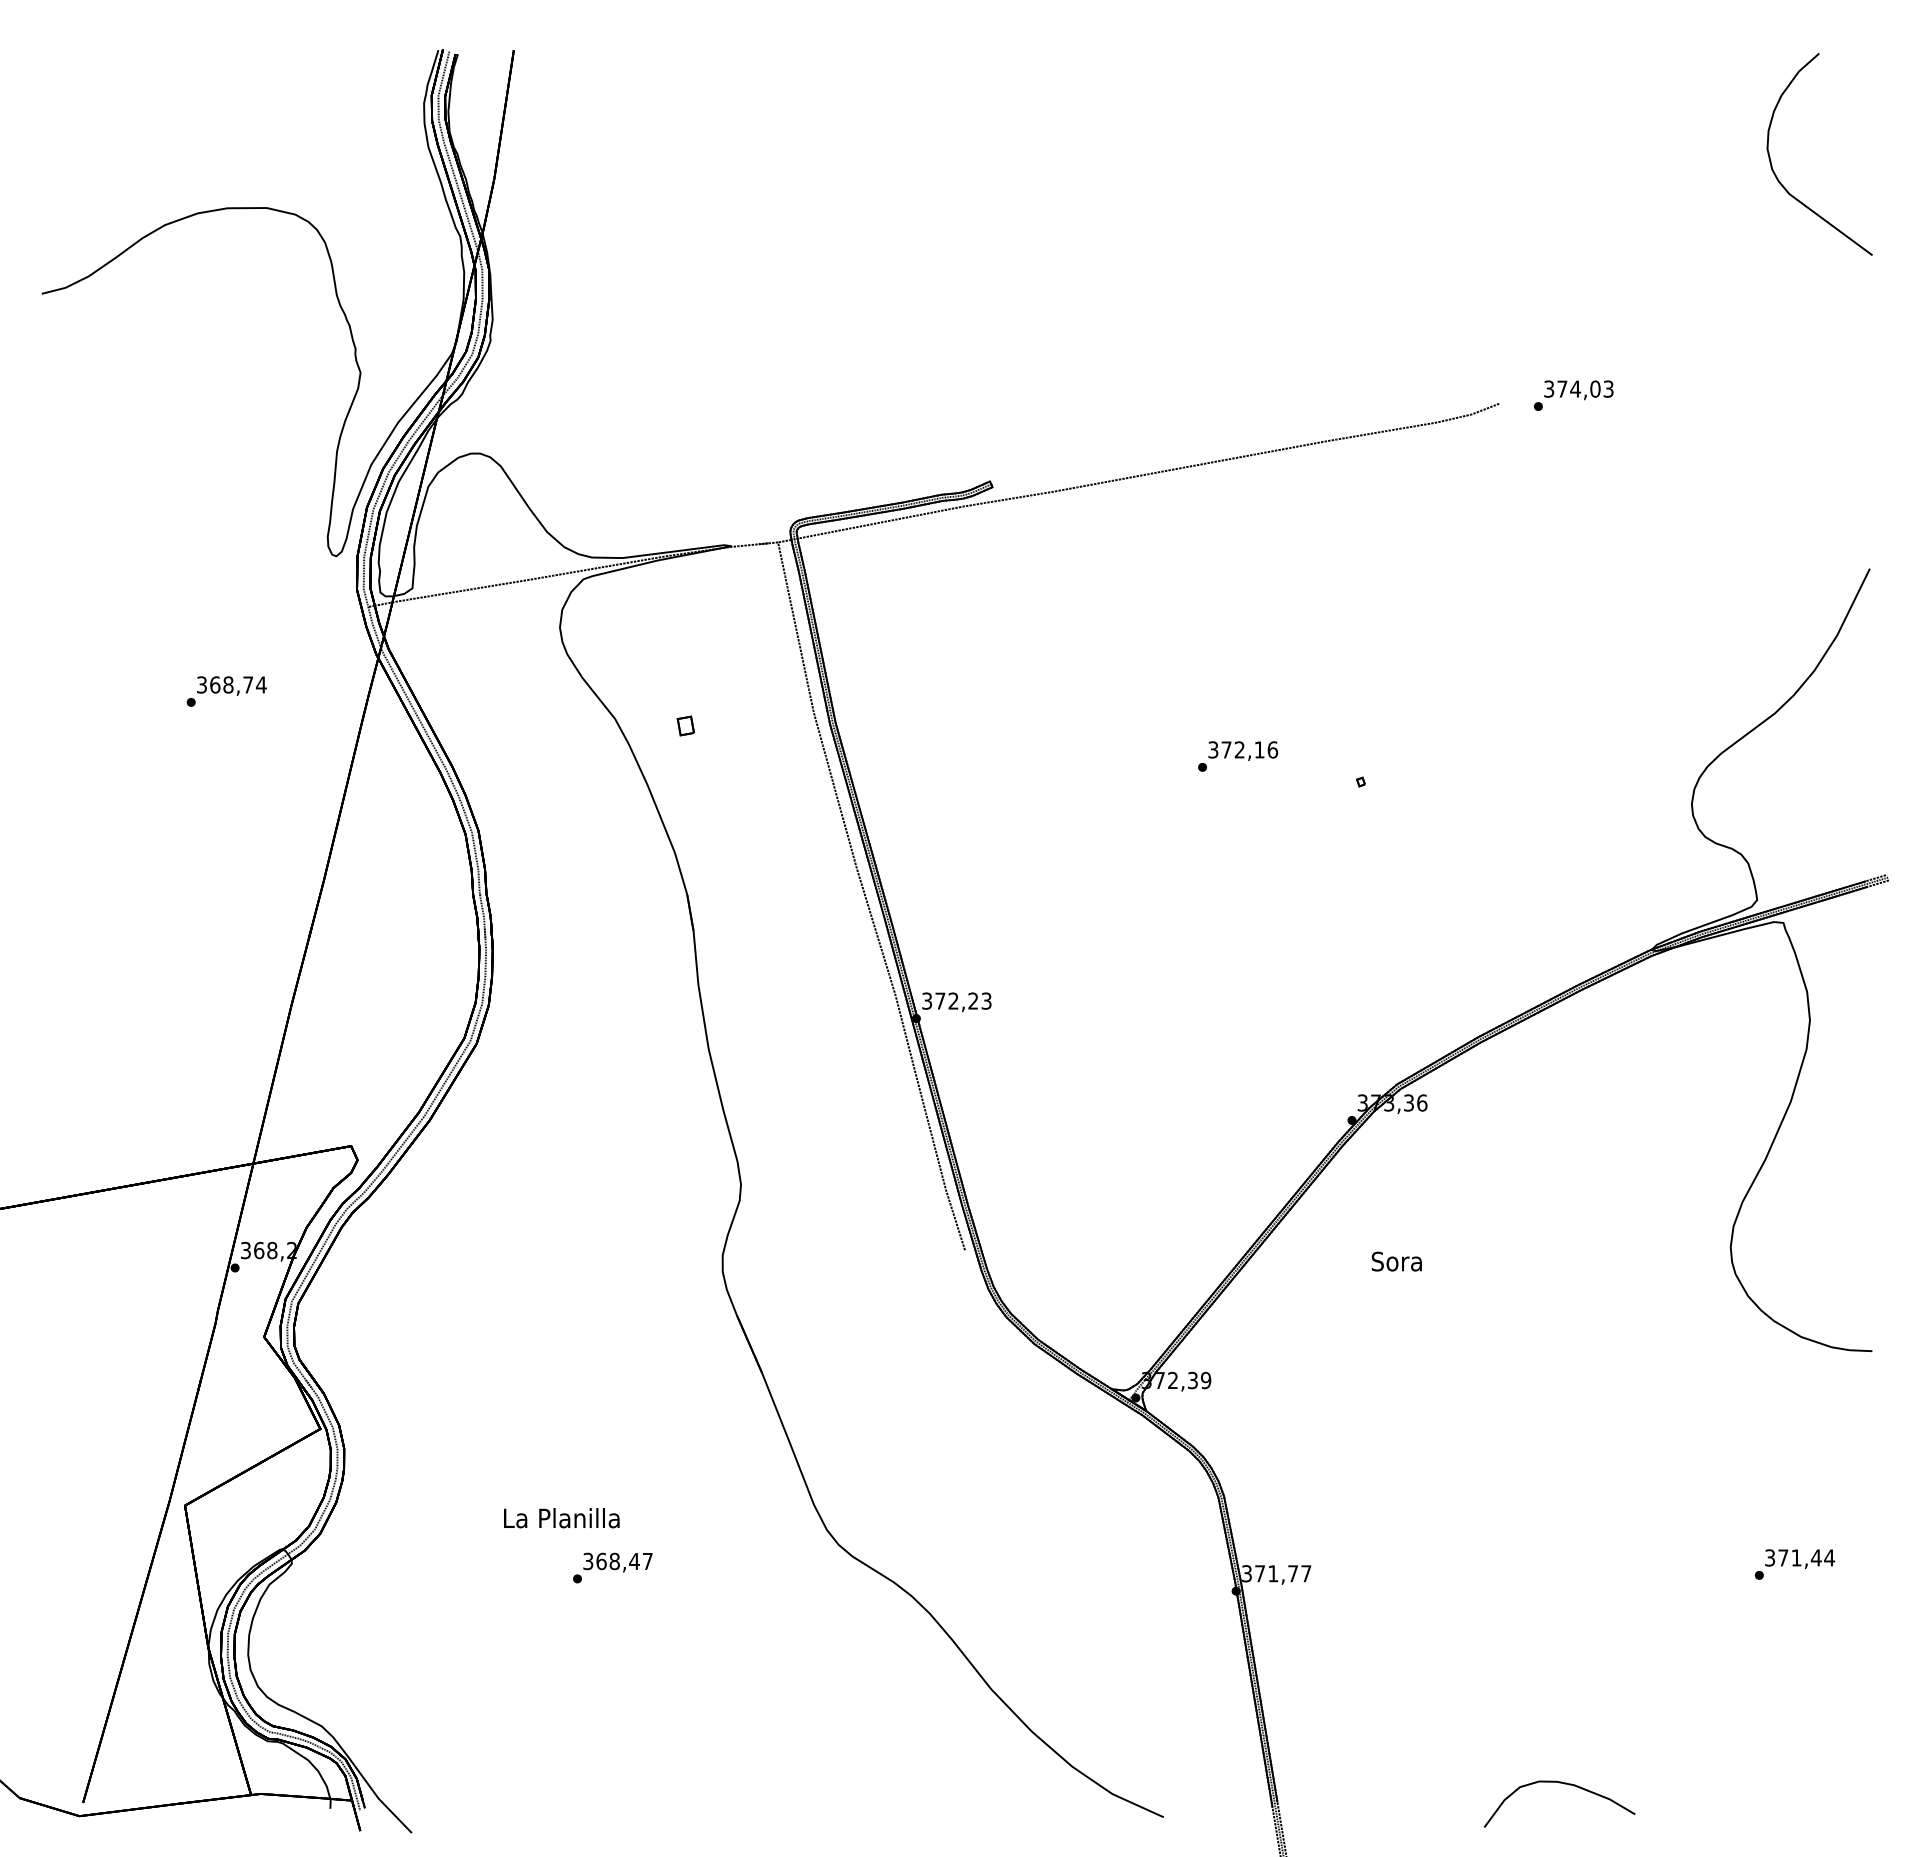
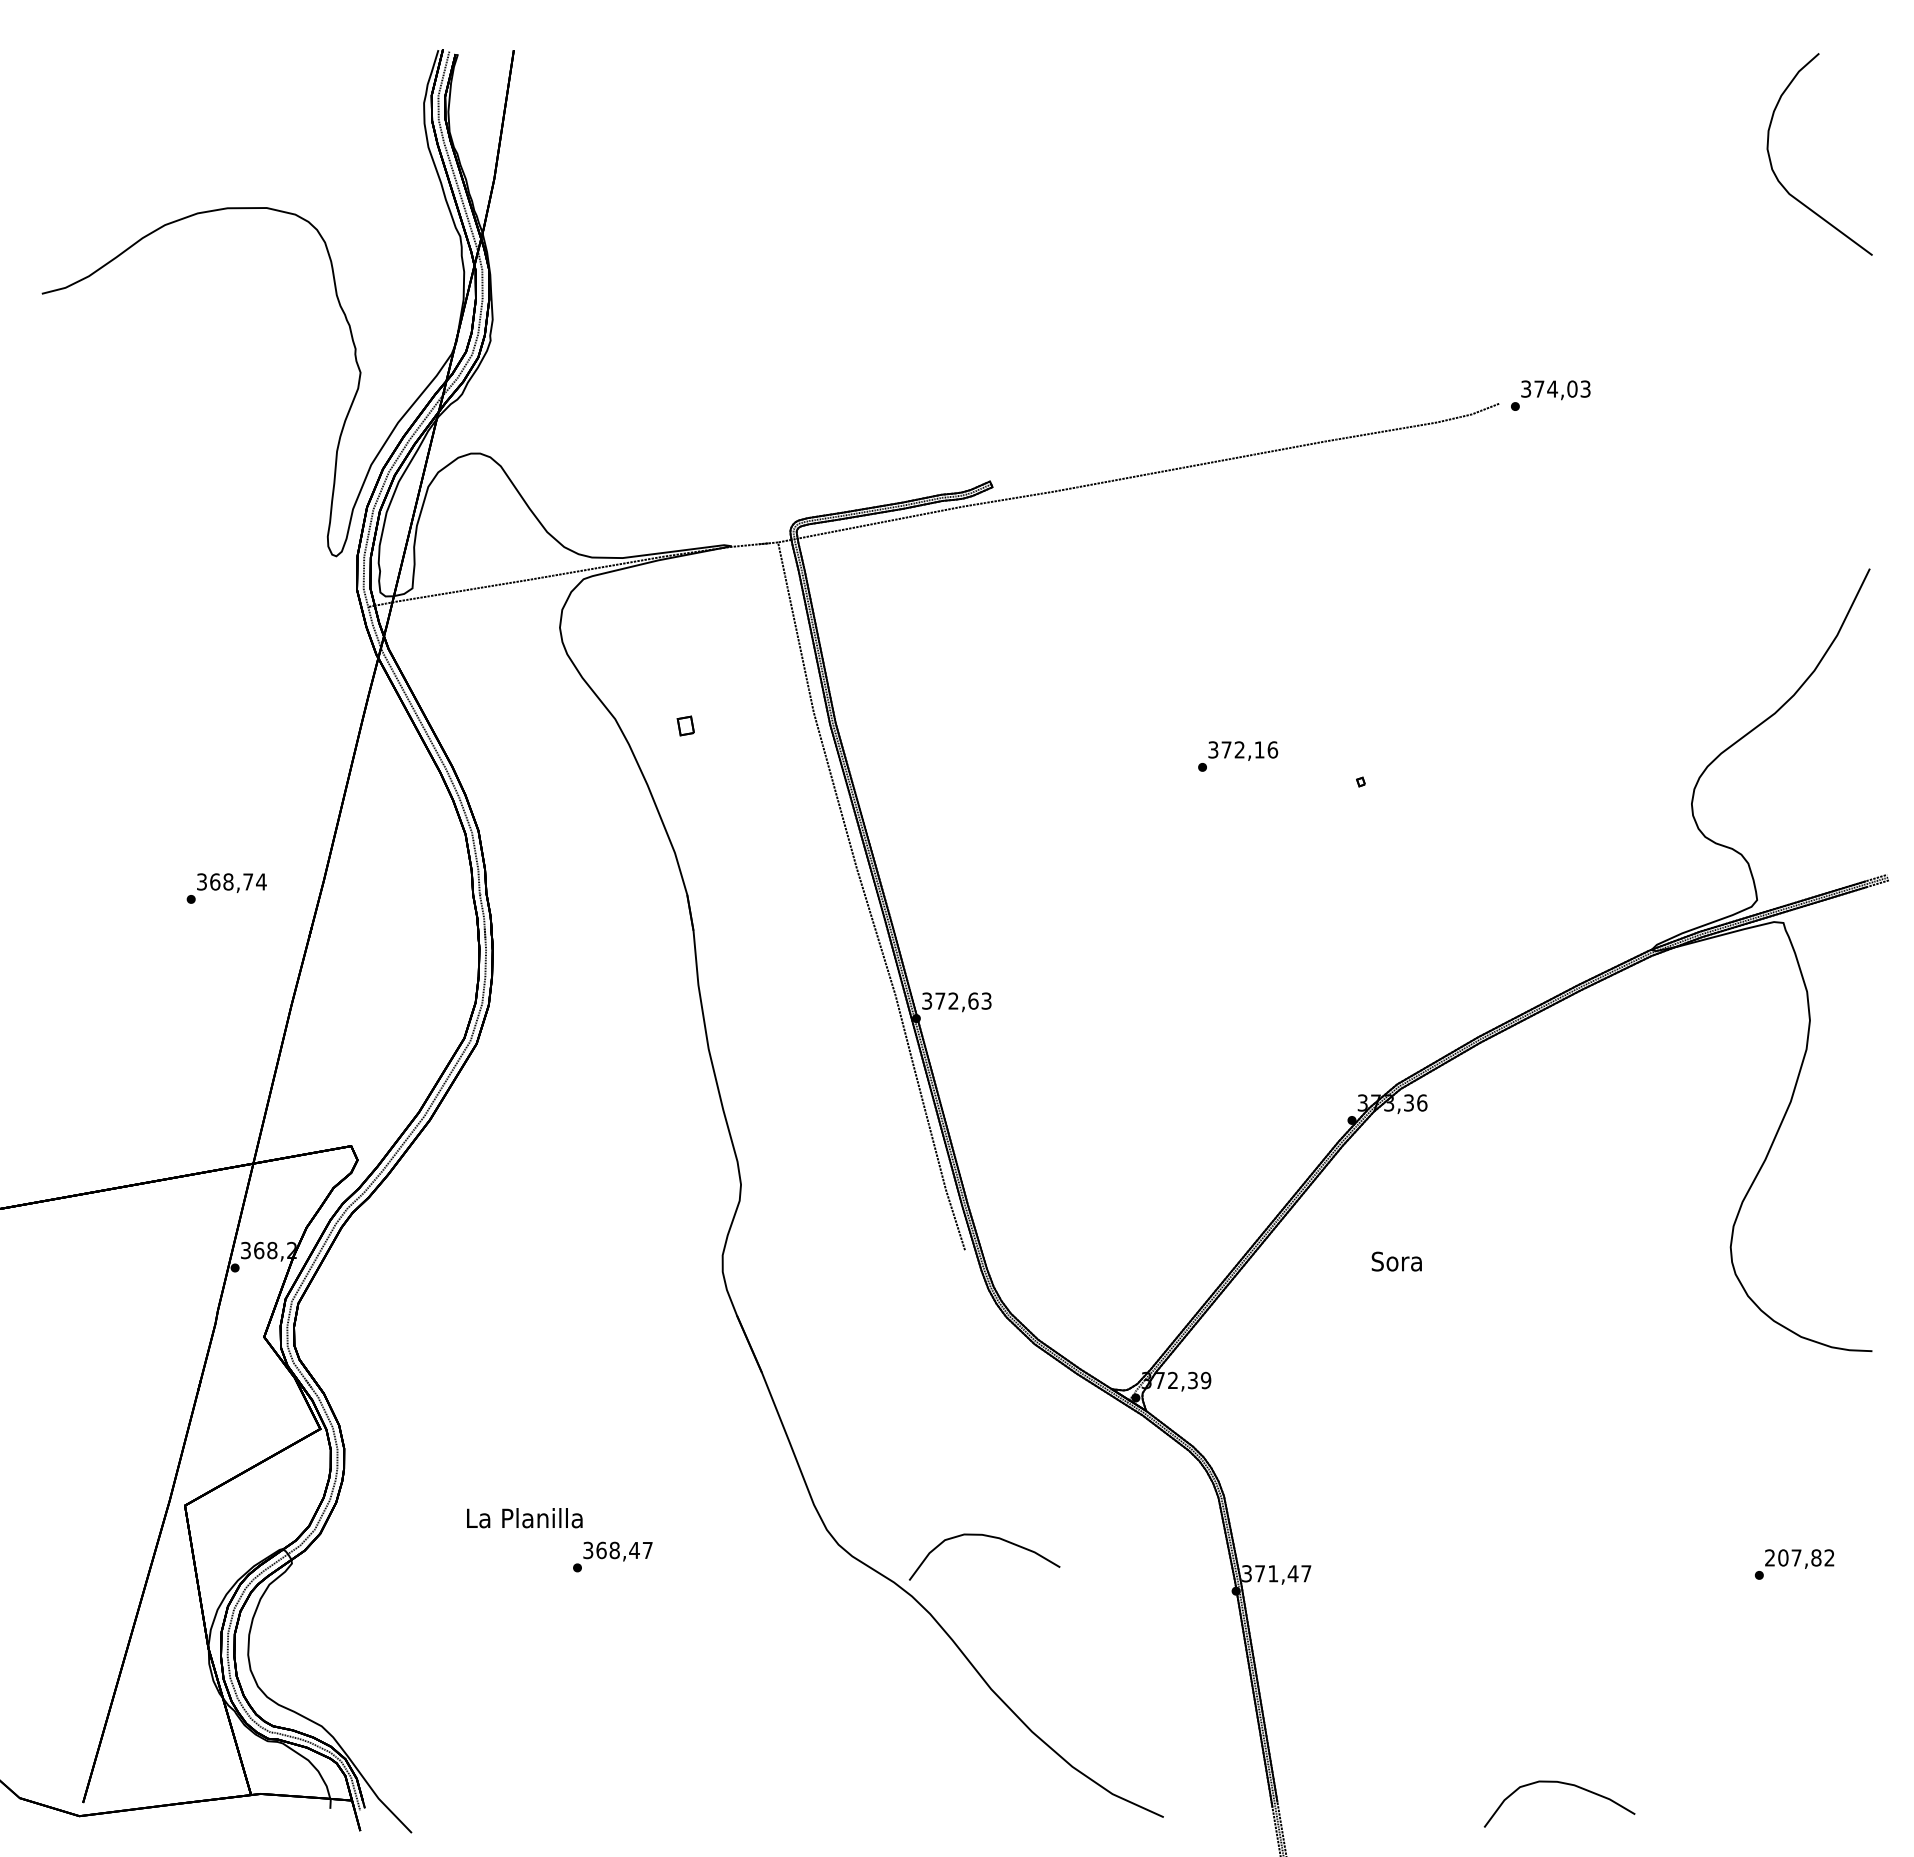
text at (1573, 395) position: (1573, 395) -> (1550, 395)
text at (226, 691) position: (226, 691) -> (226, 888)
text at (973, 1000): 372,23 -> 372,63
text at (561, 1518) position: (561, 1518) -> (524, 1518)
curve at (989, 1537): none -> present
text at (1800, 1557): 371,44 -> 207,82
text at (612, 1567) position: (612, 1567) -> (612, 1556)
text at (1292, 1573): 371,77 -> 371,47
